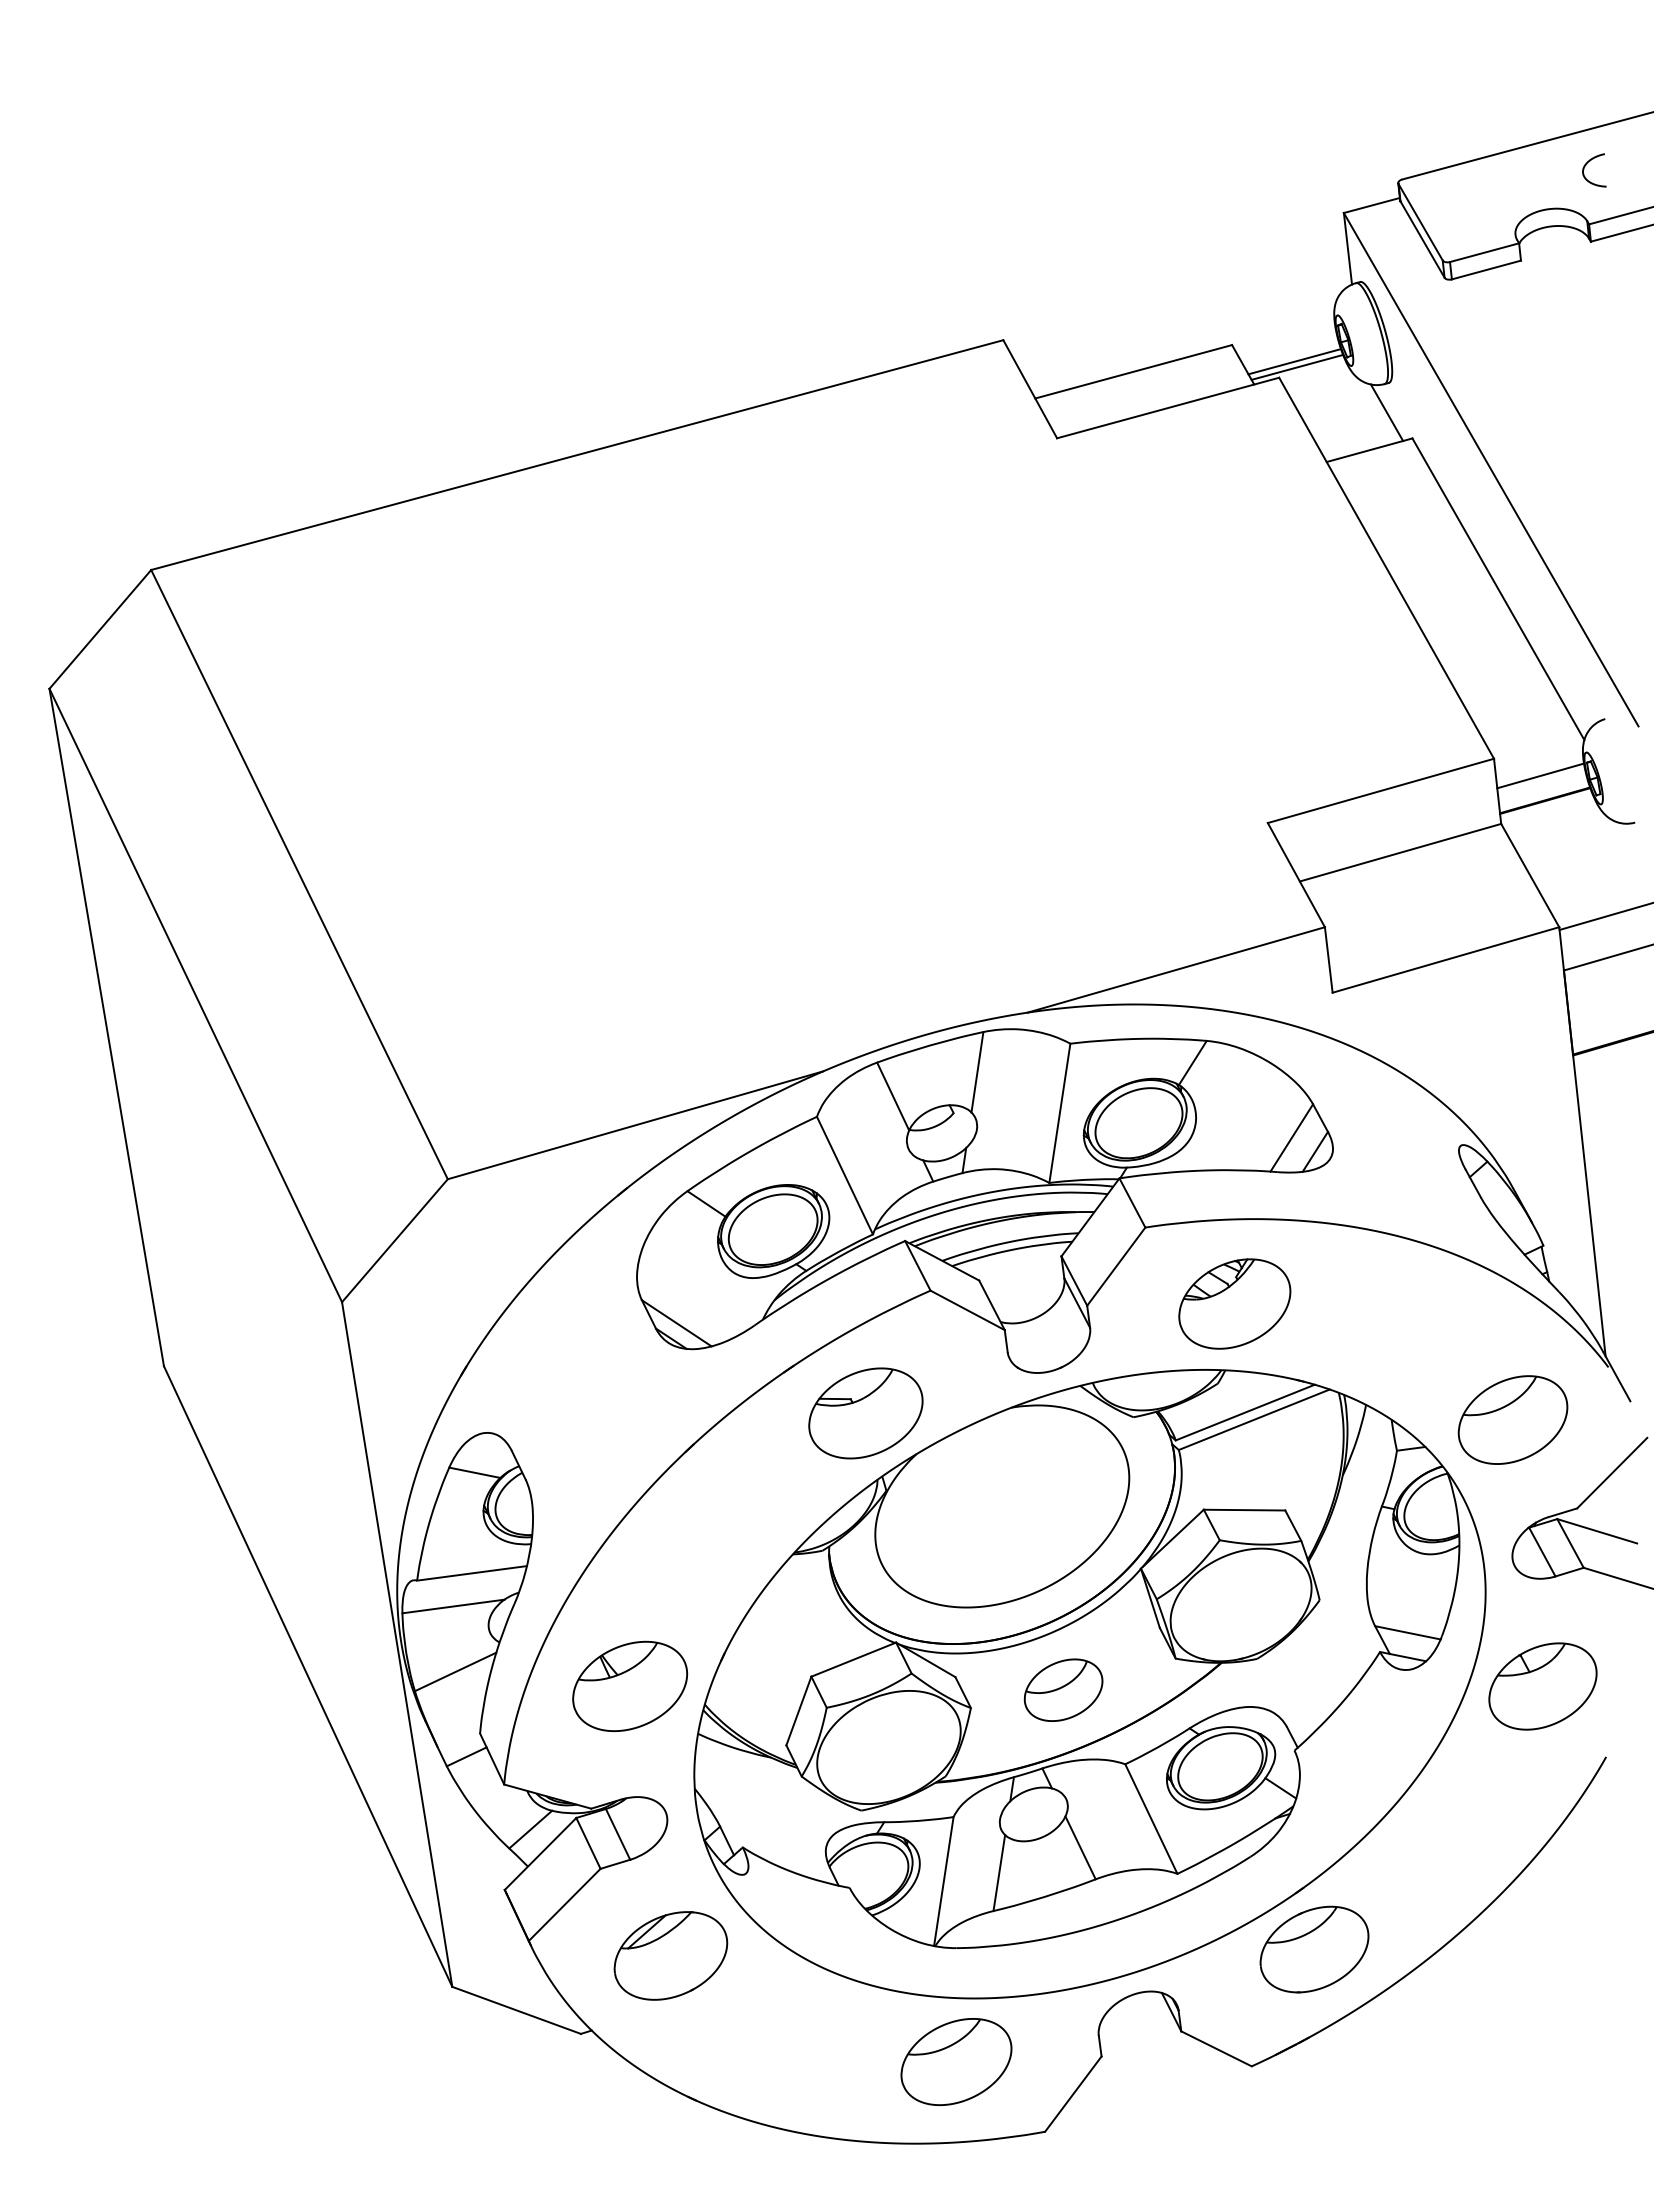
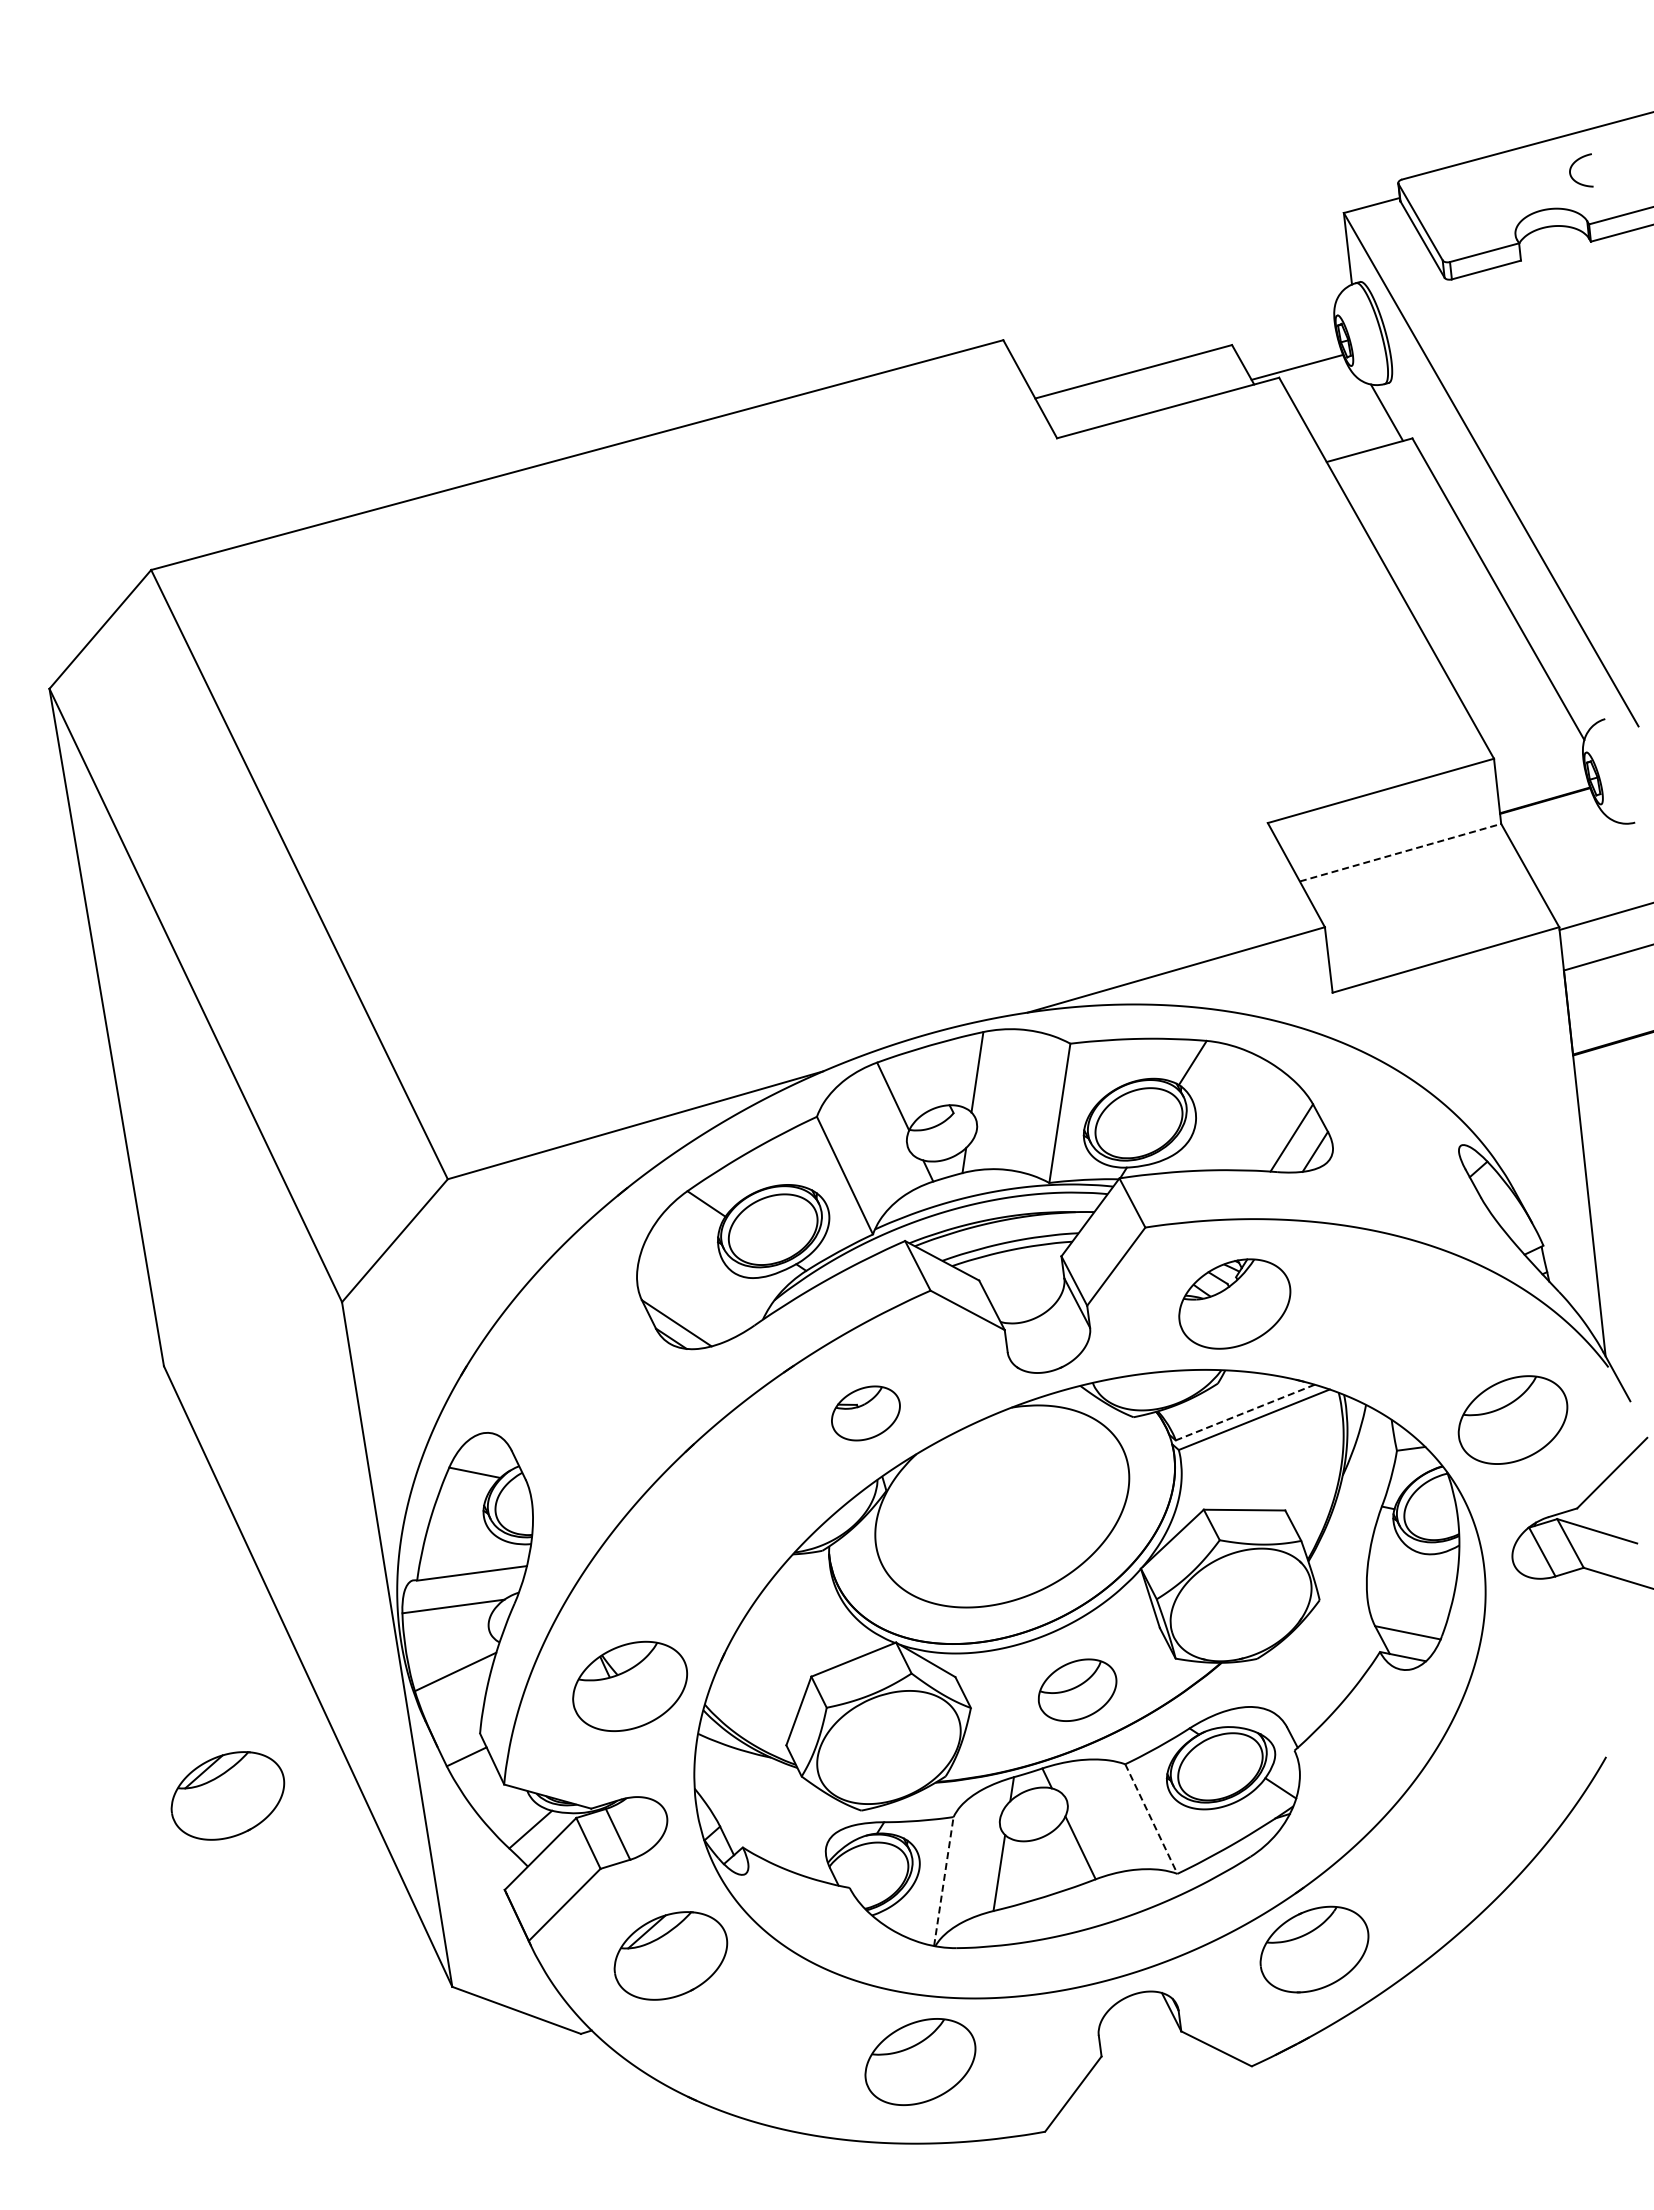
curve at (1586, 165) position: (1586, 165) -> (1573, 165)
line at (1294, 361): present -> none
line at (1540, 775): present -> none
line at (1400, 852): solid -> dashed
line at (1245, 1412): solid -> dashed
part at (865, 1413) size: 116x93 px -> 70x57 px
part at (1542, 1686): present -> none
part at (1063, 1689) position: (1063, 1689) -> (1077, 1689)
part at (227, 1795): none -> present
line at (1151, 1819): solid -> dashed
line at (943, 1881): solid -> dashed
part at (956, 2061) position: (956, 2061) -> (920, 2061)
